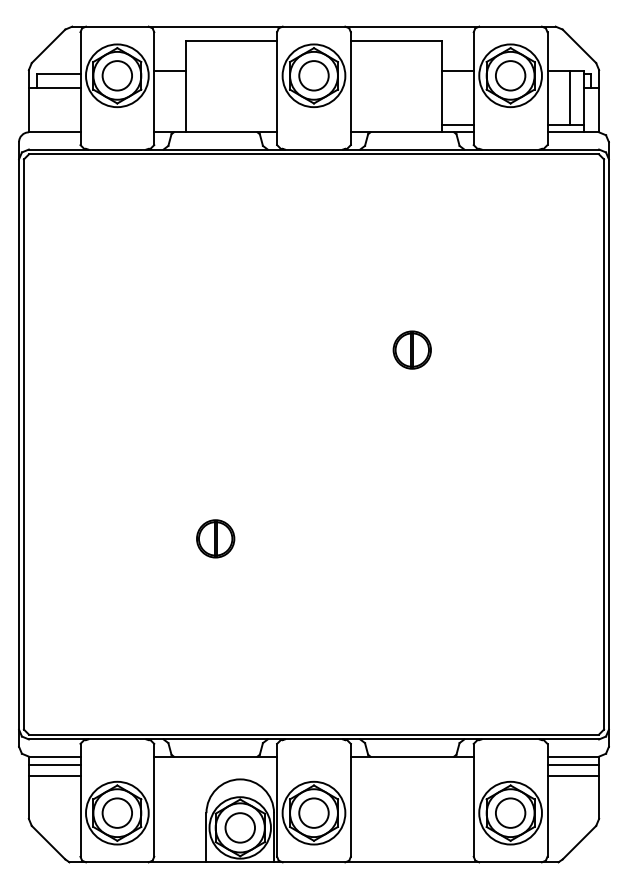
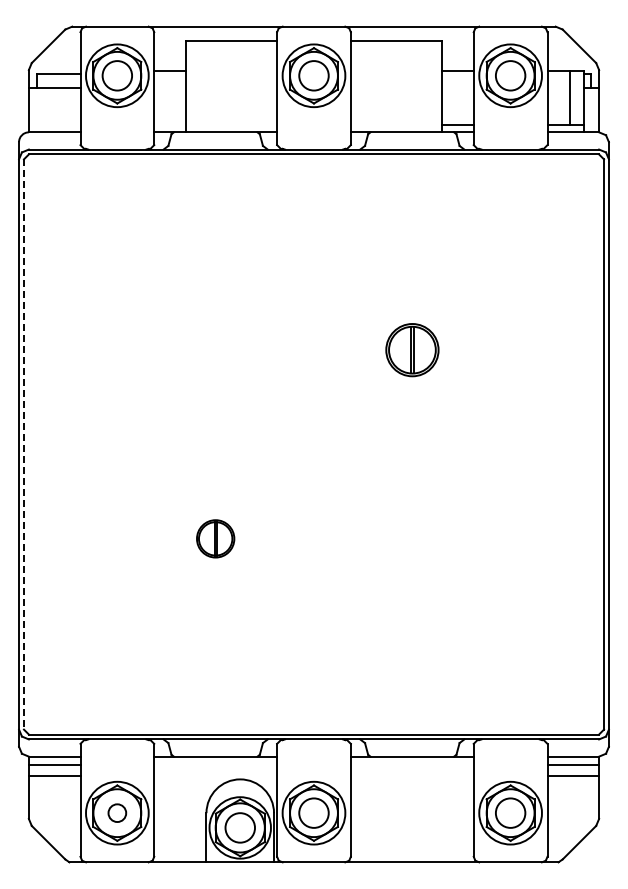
part at (411, 349) size: 40x40 px -> 55x55 px
line at (23, 445): solid -> dashed
circle at (117, 812) diameter: 29 px -> 18 px
